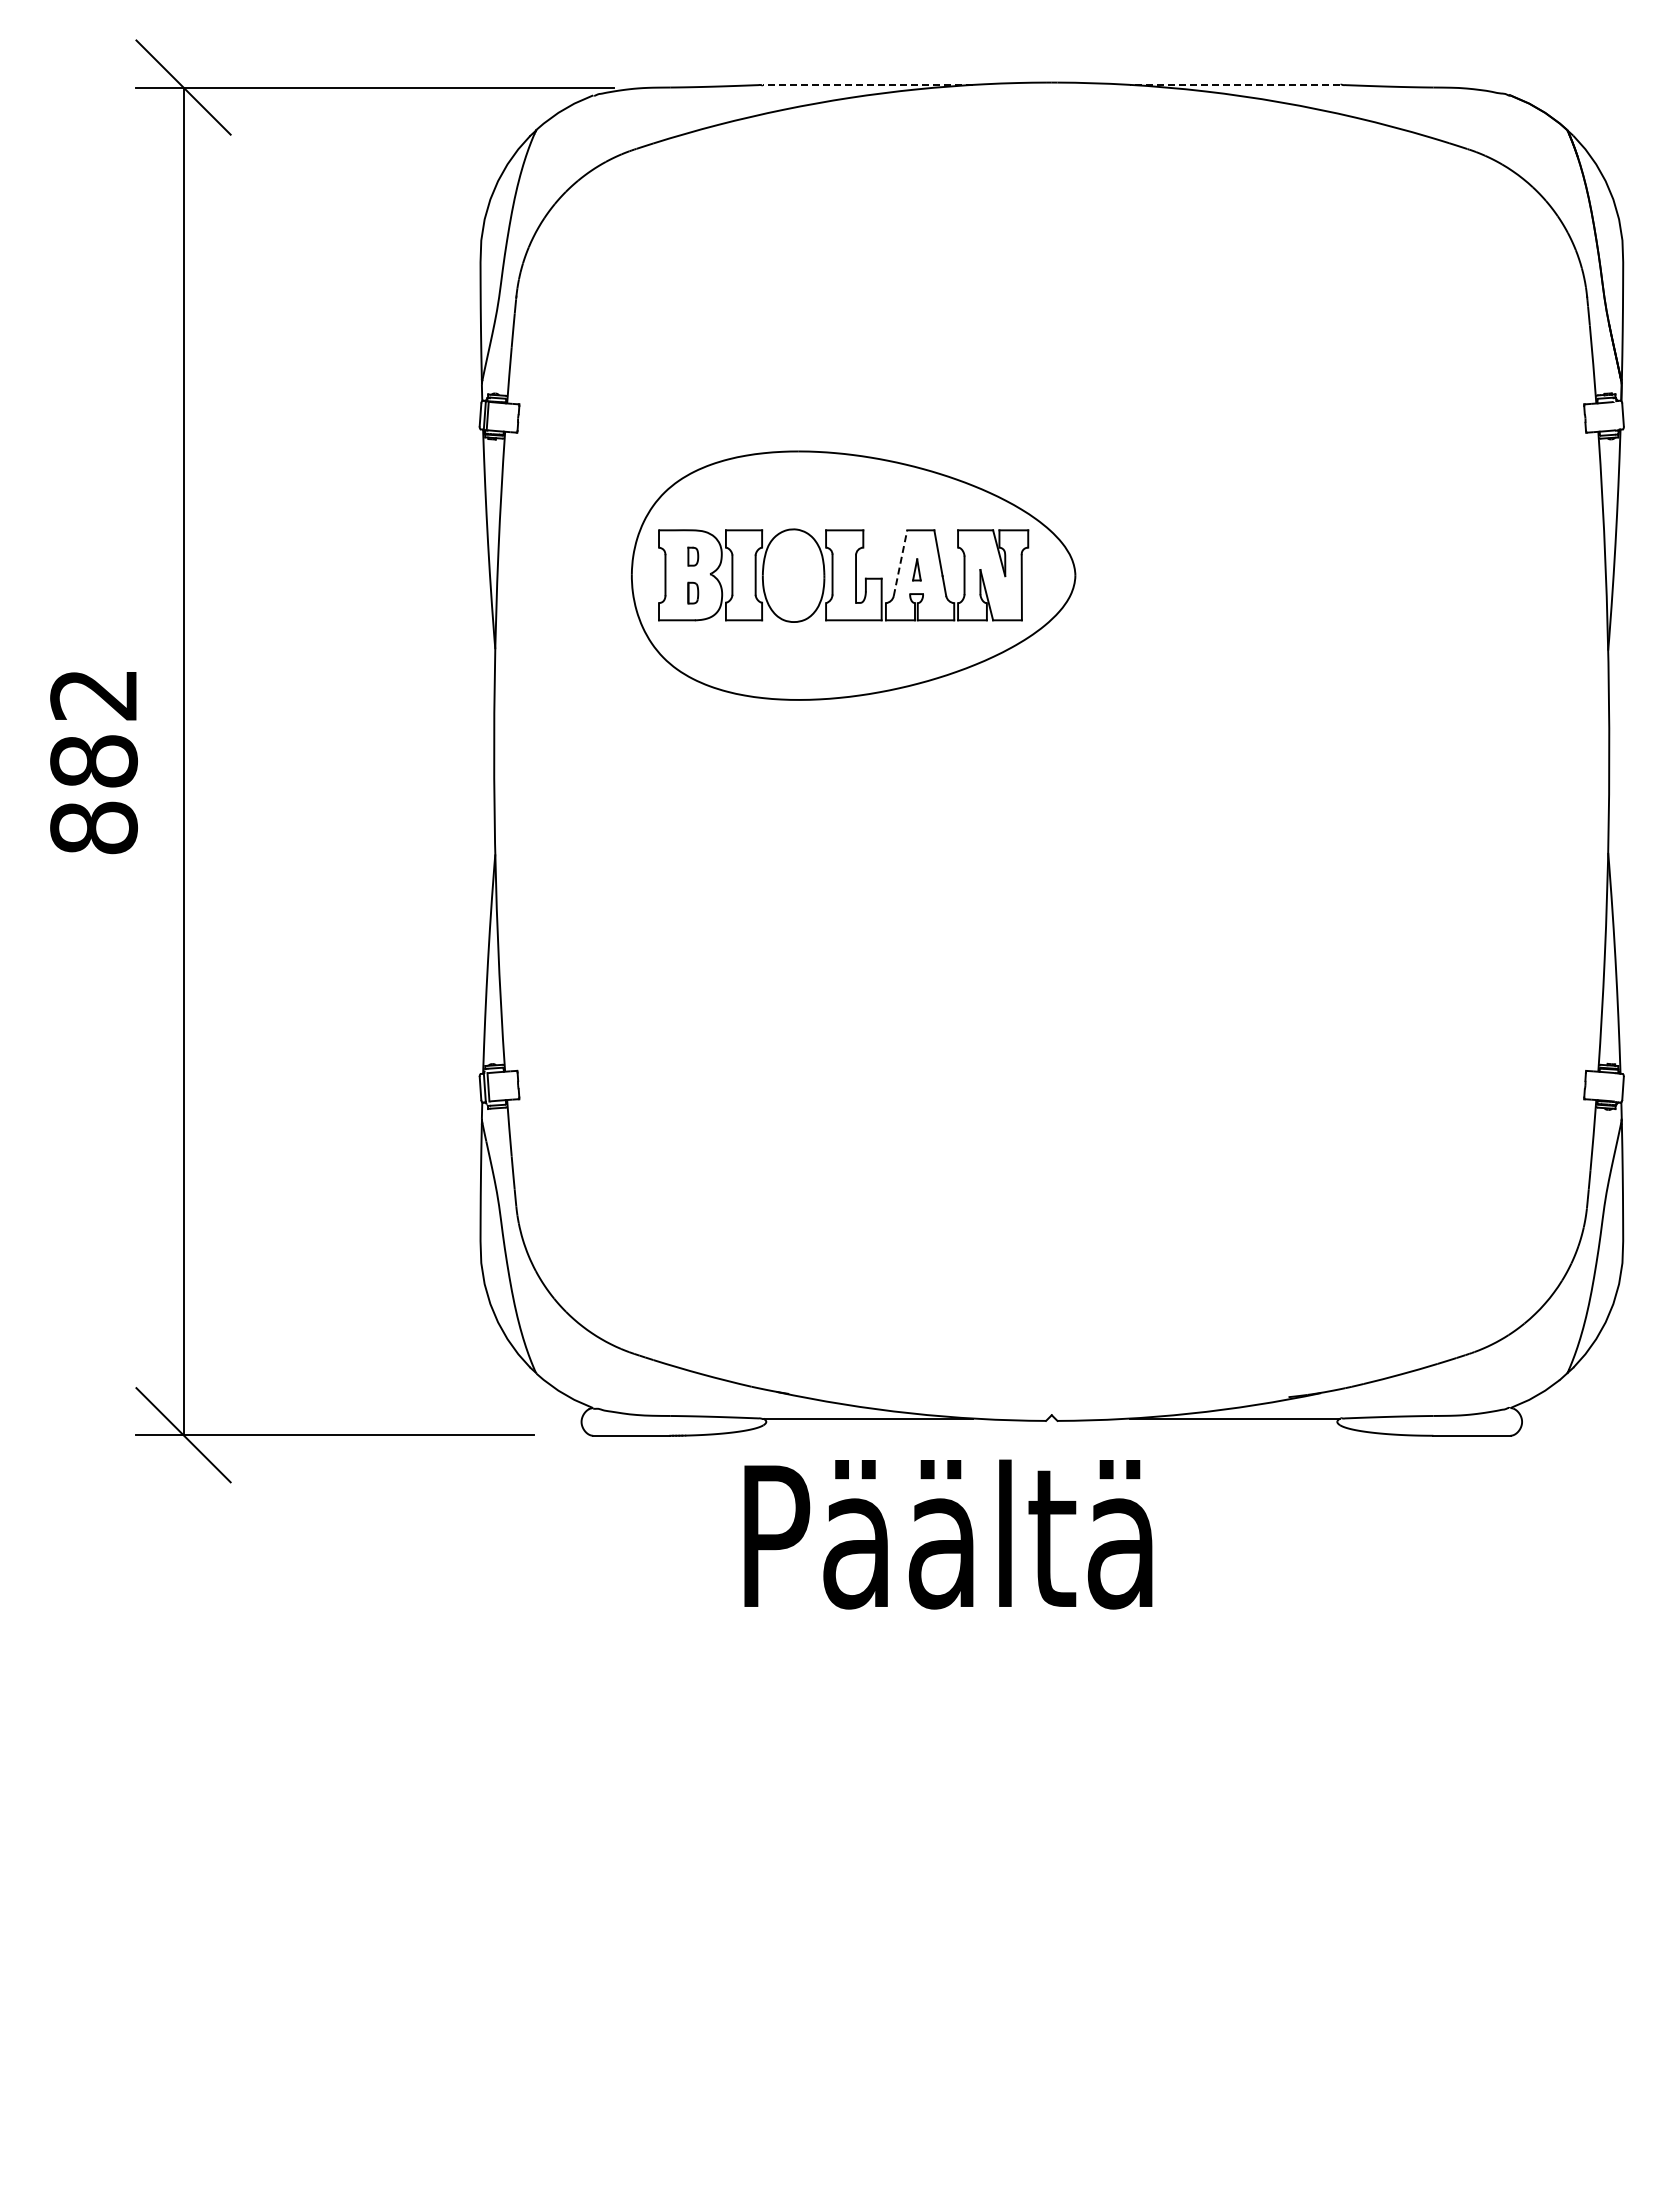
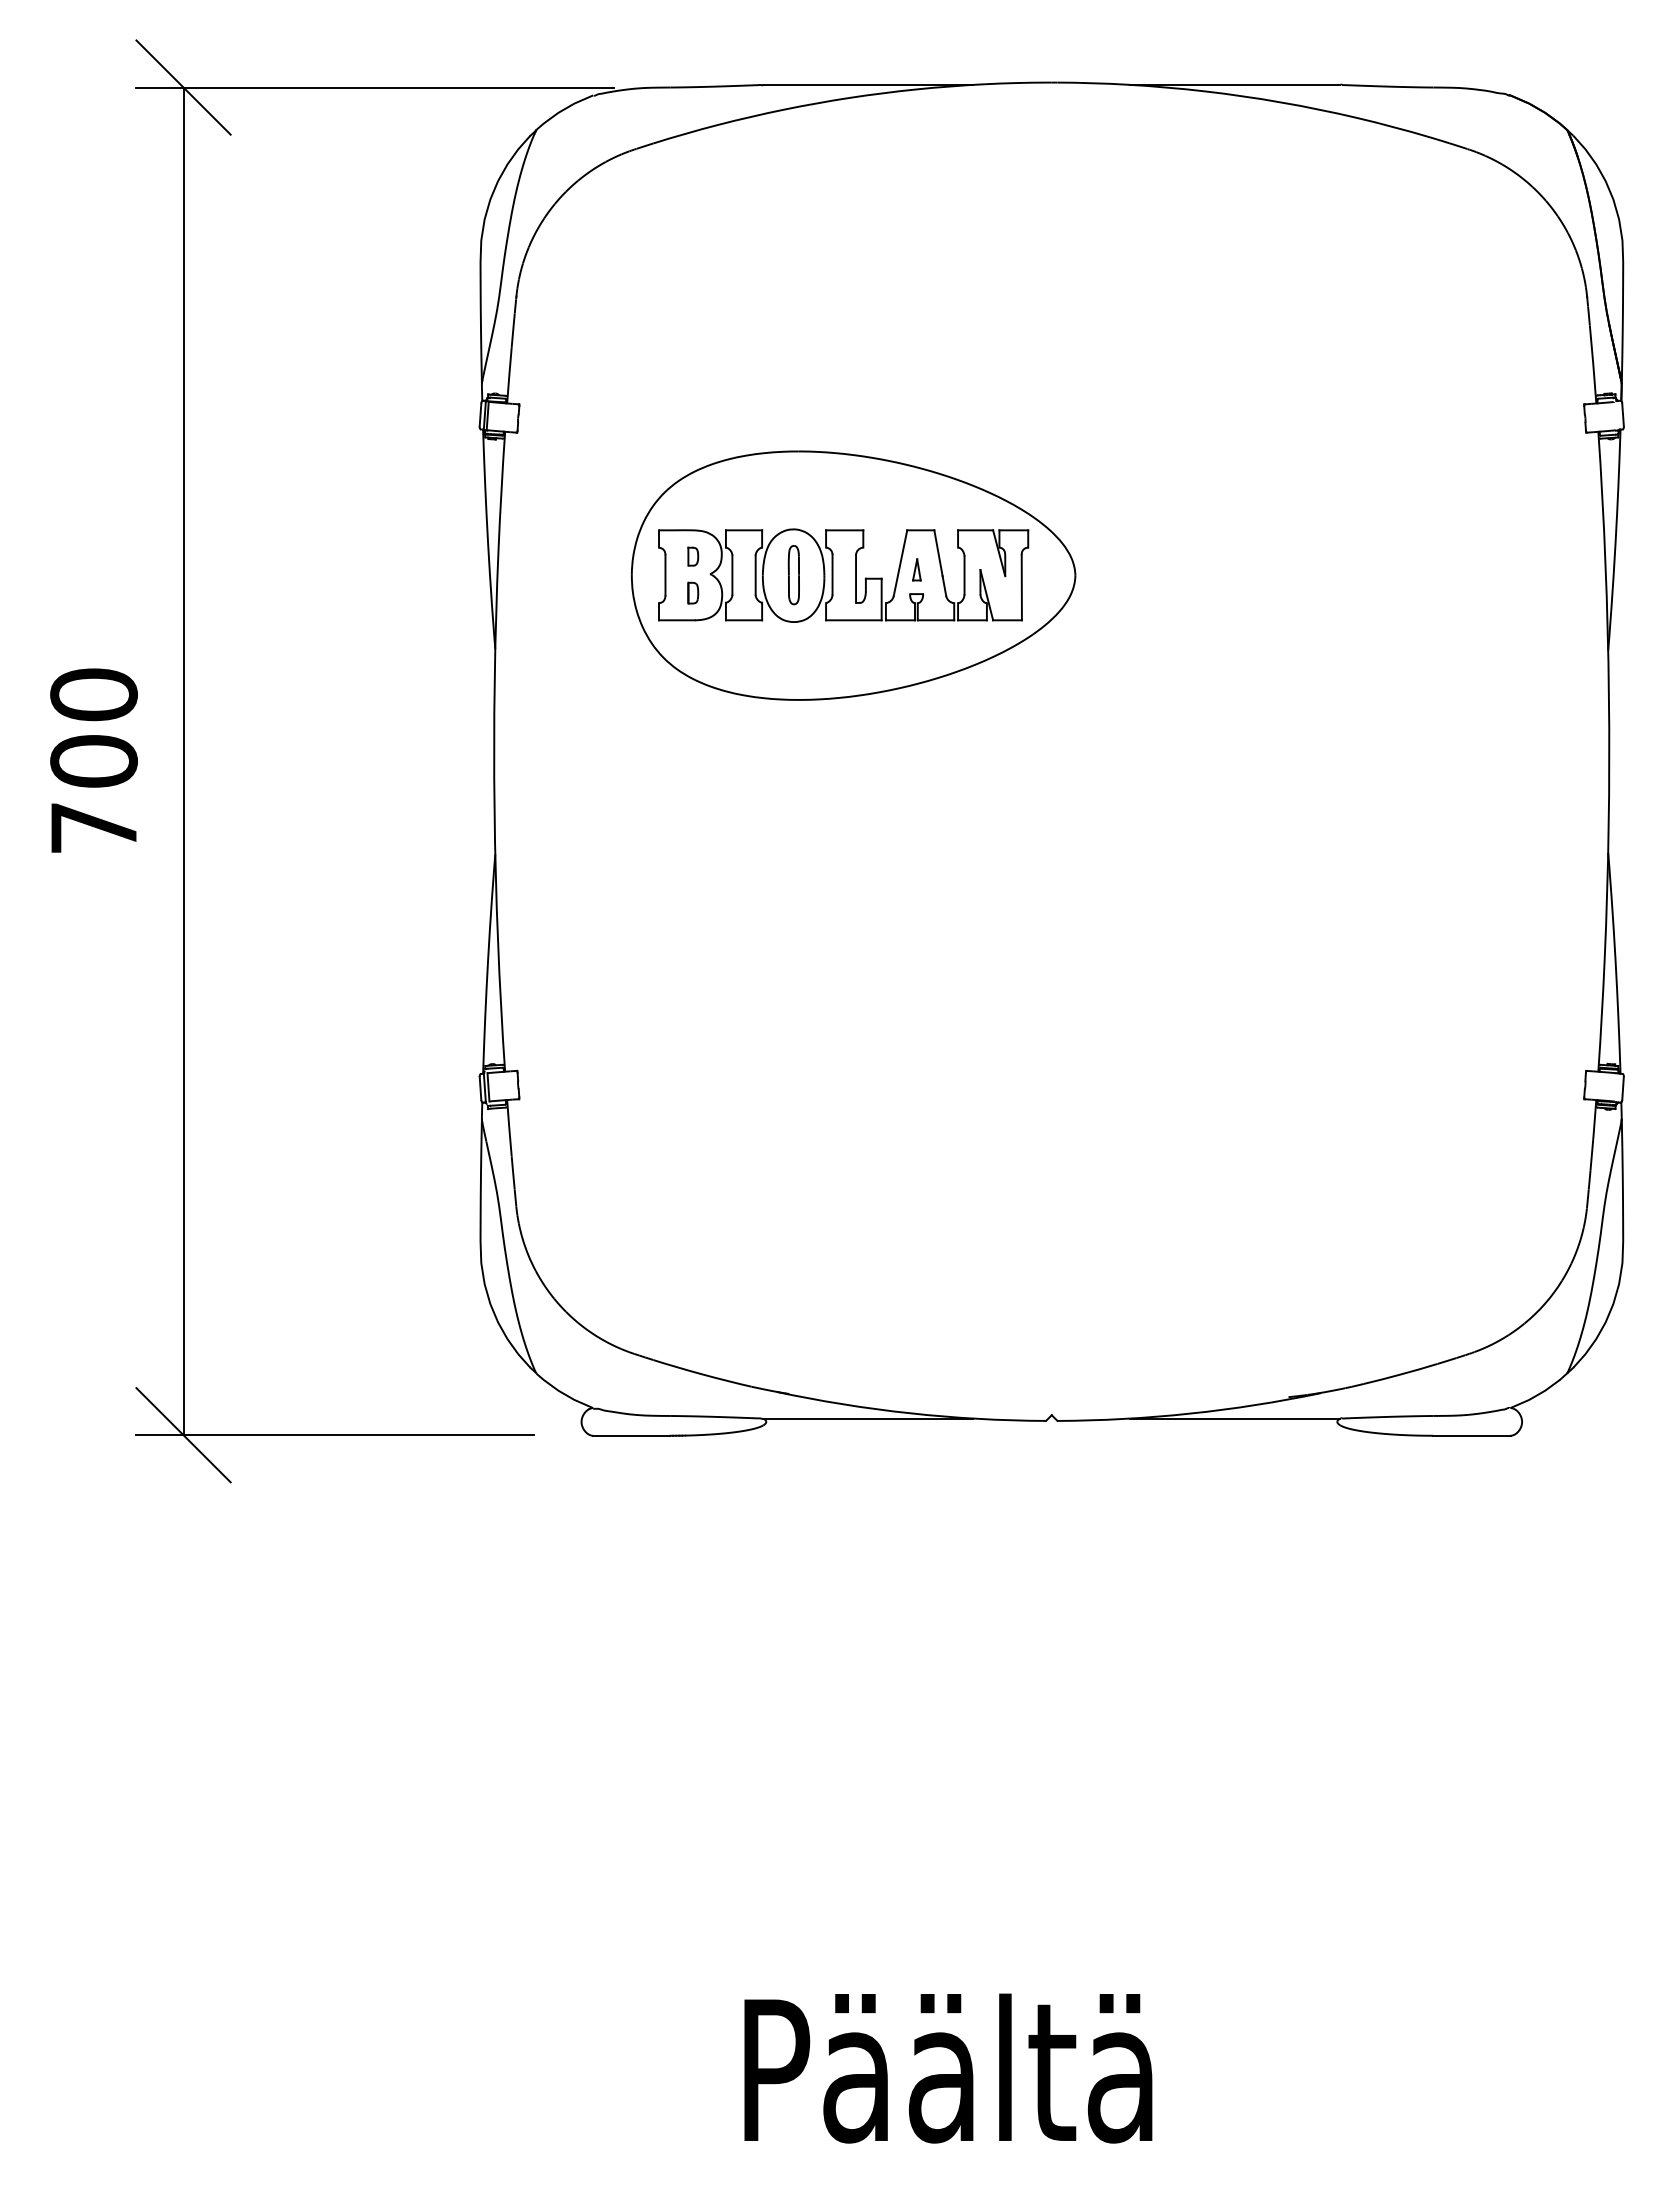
line at (868, 84): dashed -> solid
line at (1235, 84): dashed -> solid
line at (900, 563): dashed -> solid
part at (793, 575): none -> present
text at (93, 761): 882 -> 700
text at (948, 1534) position: (948, 1534) -> (948, 2068)
